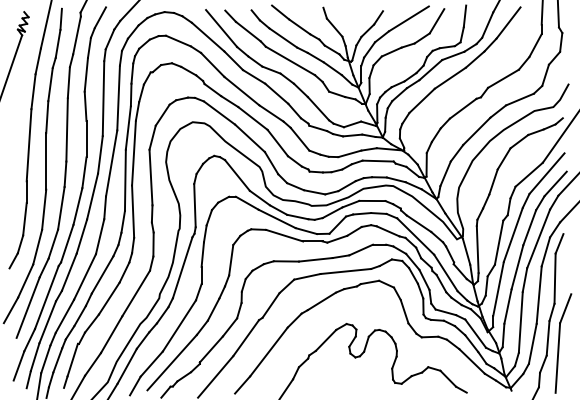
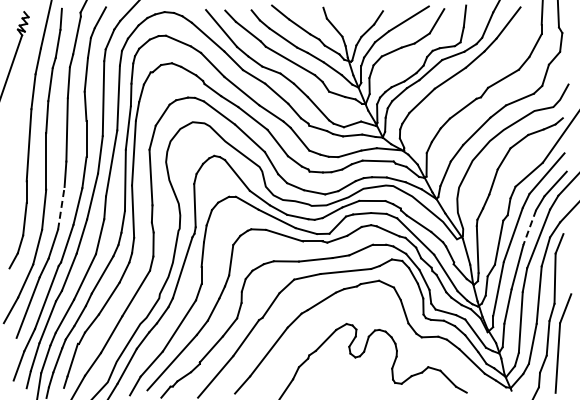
line at (61, 208): solid -> dashed
line at (529, 227): solid -> dashed
